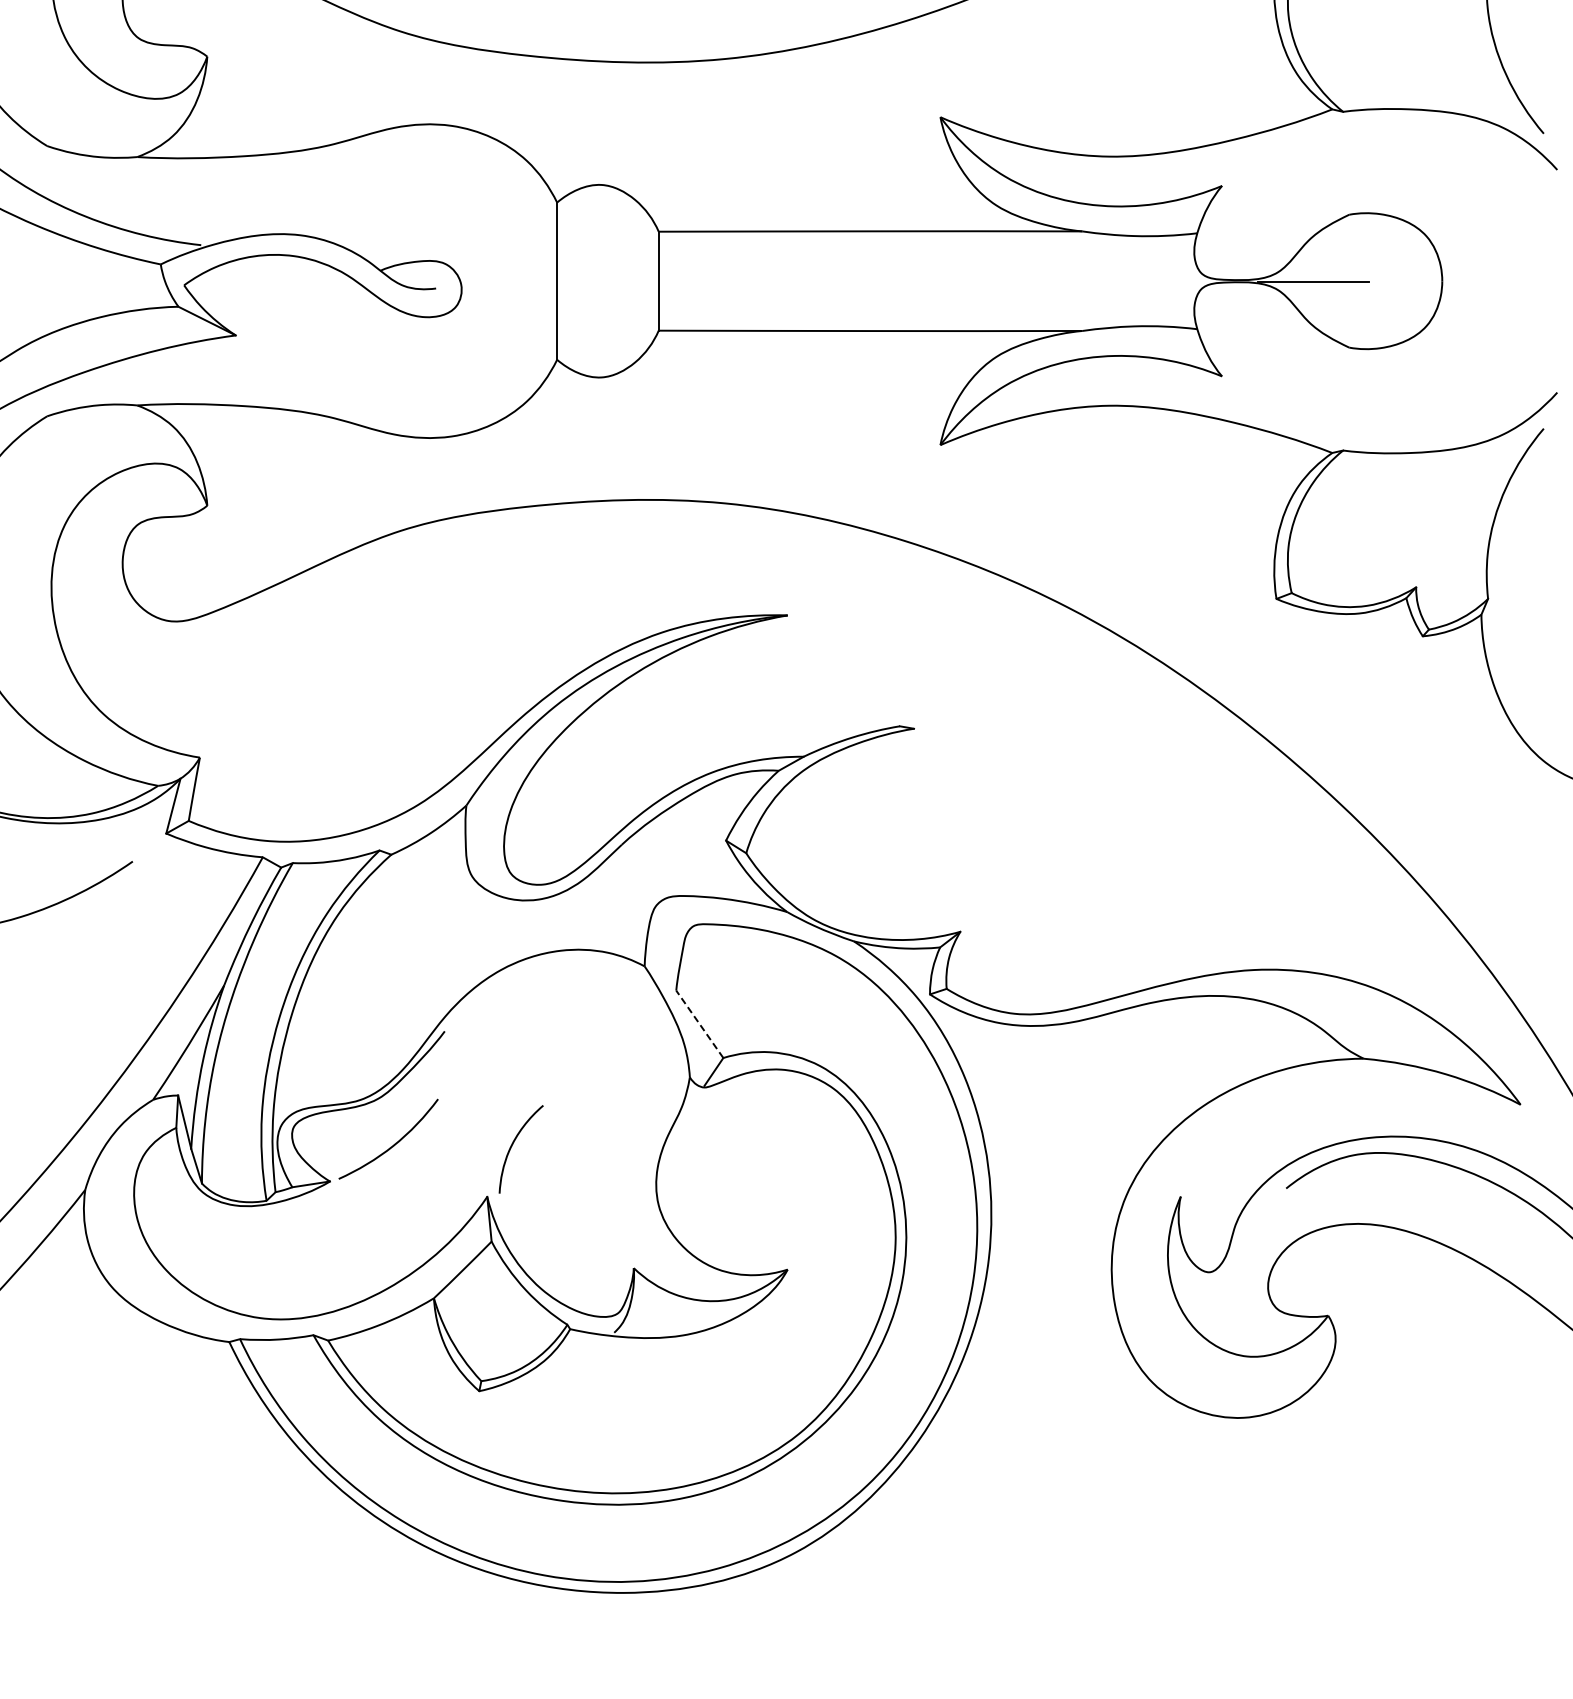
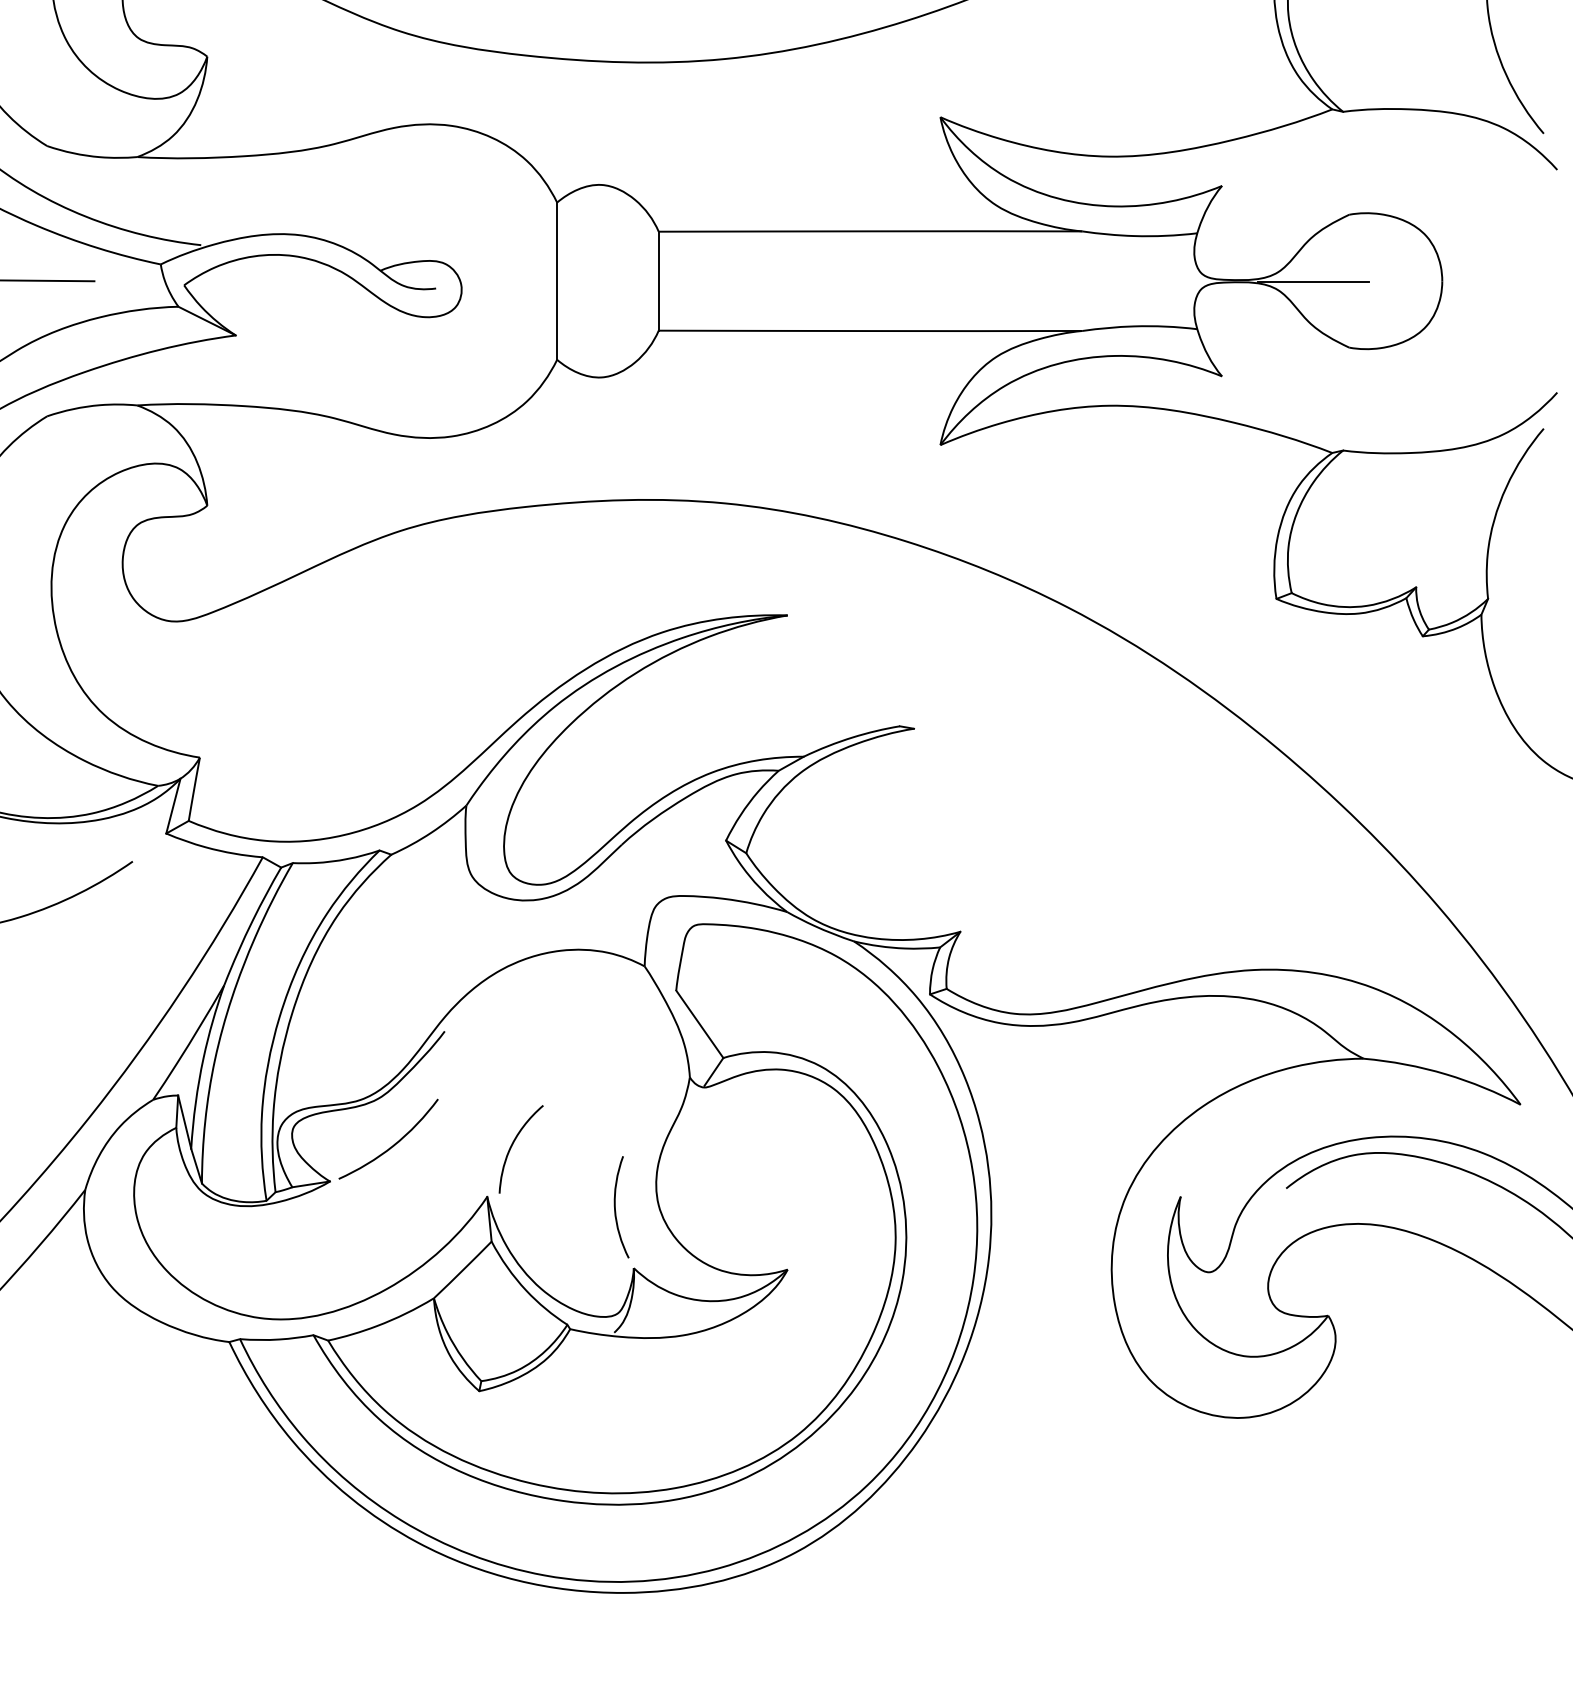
line at (48, 280): none -> present
line at (699, 1023): dashed -> solid
curve at (615, 1207): none -> present
